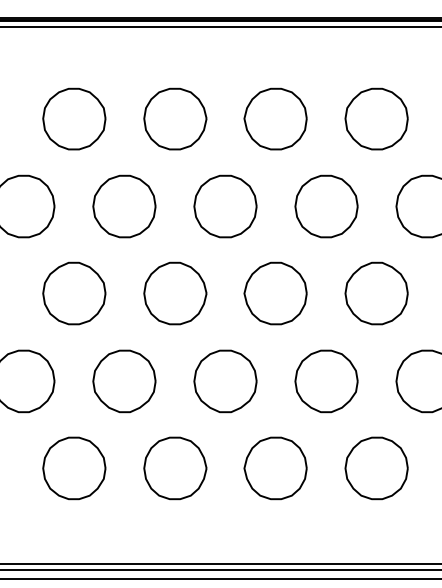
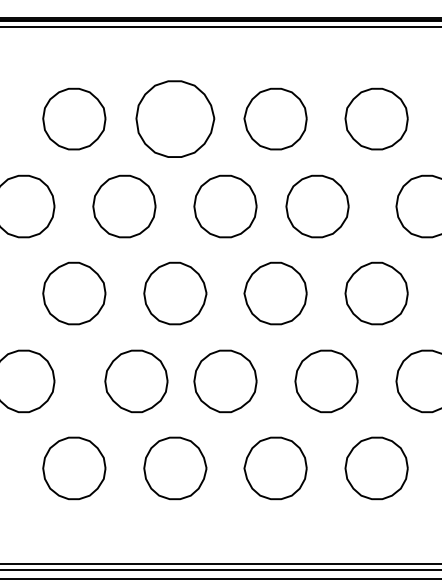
part at (175, 118) size: 65x64 px -> 81x78 px
part at (326, 206) position: (326, 206) -> (317, 206)
part at (124, 381) position: (124, 381) -> (136, 381)
